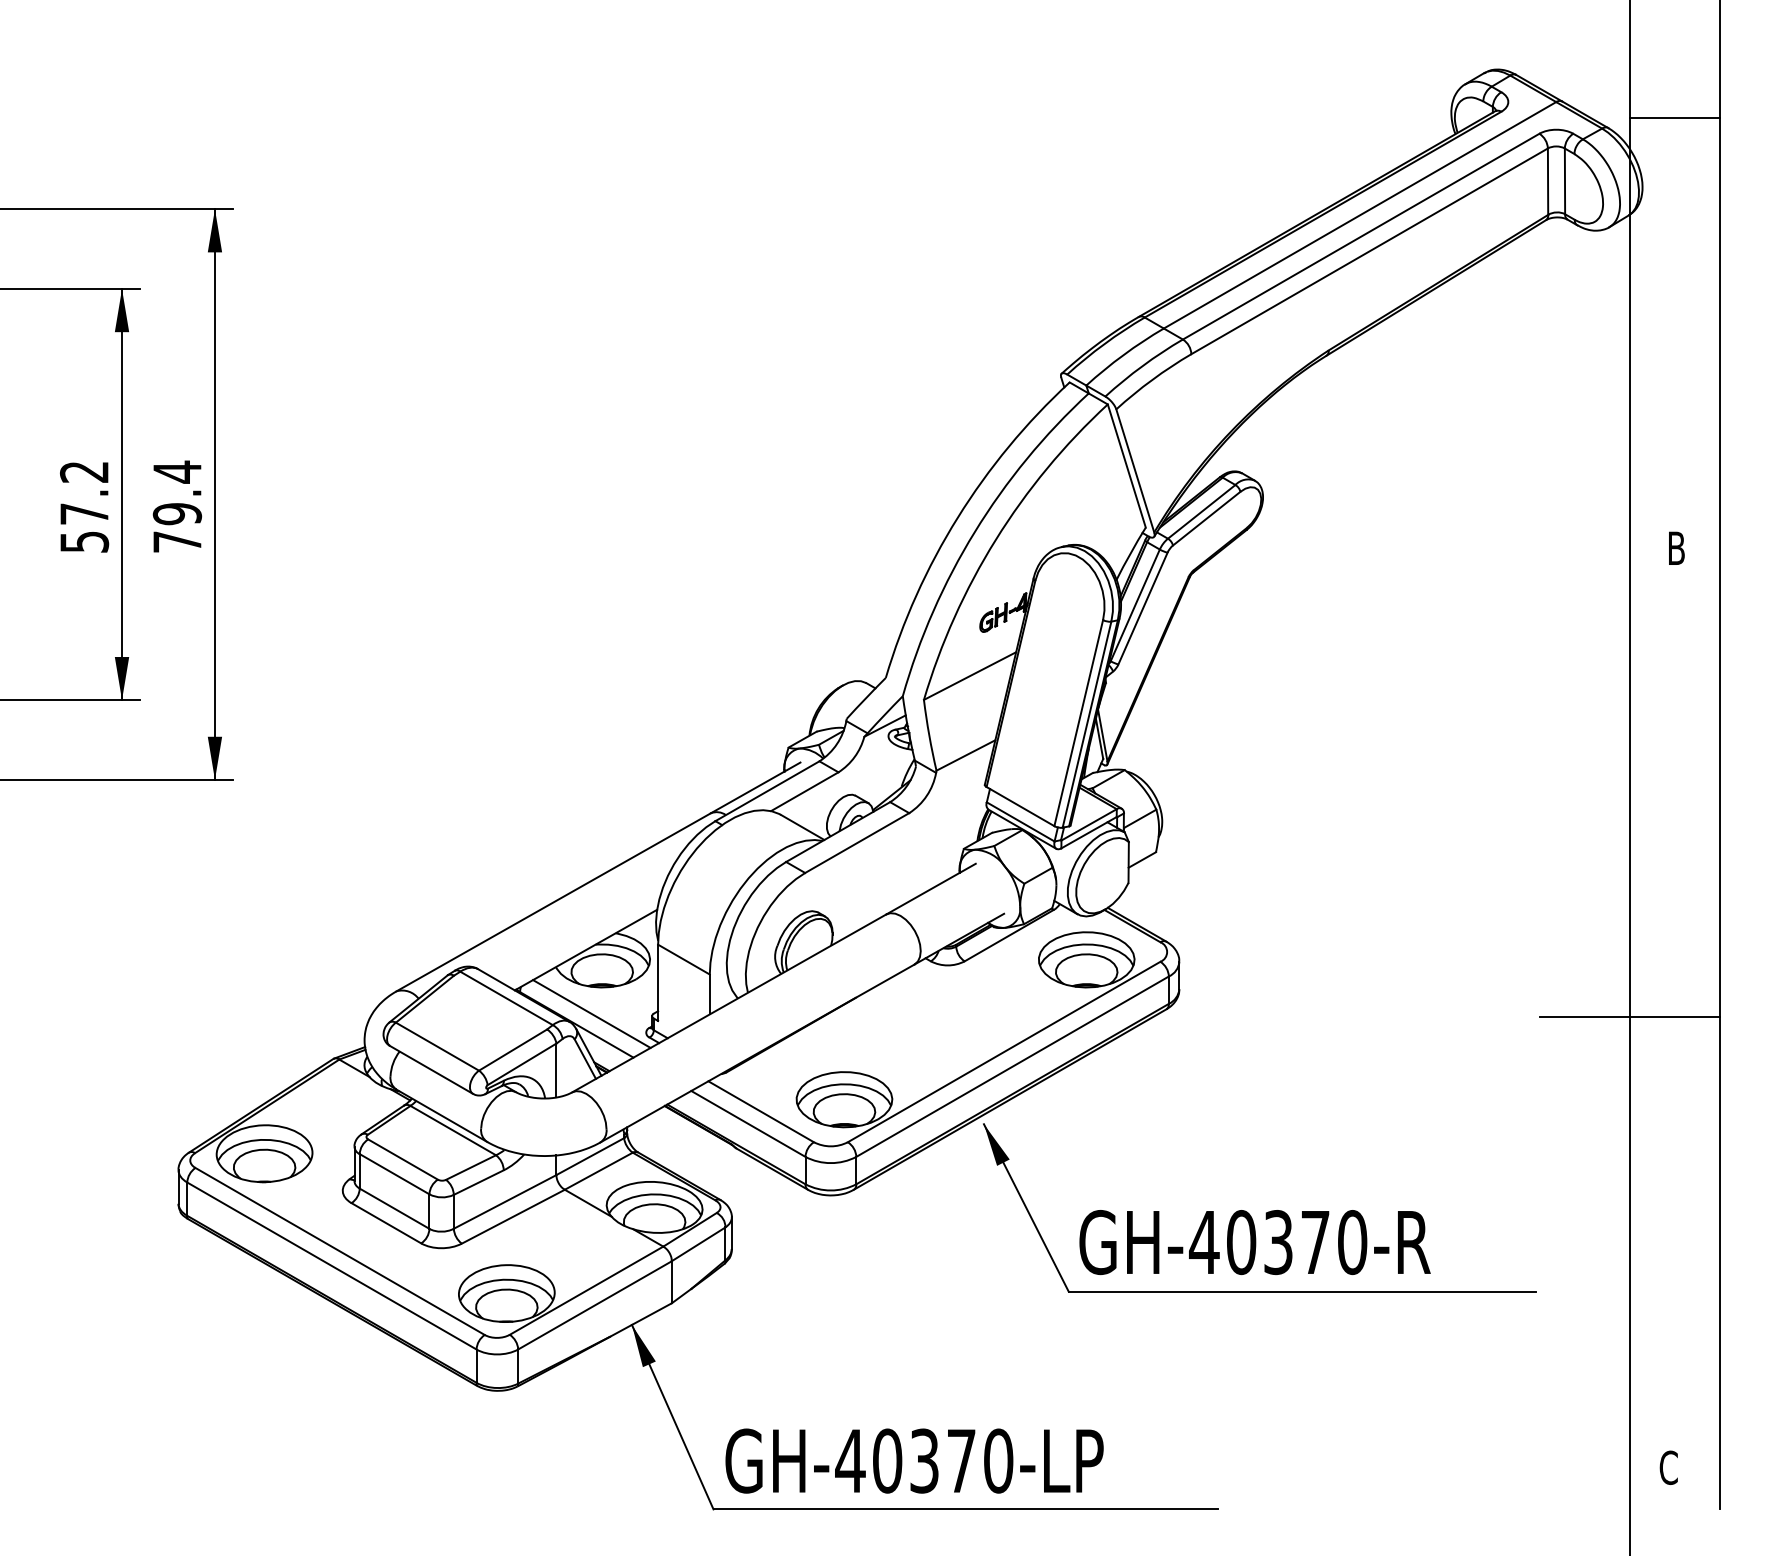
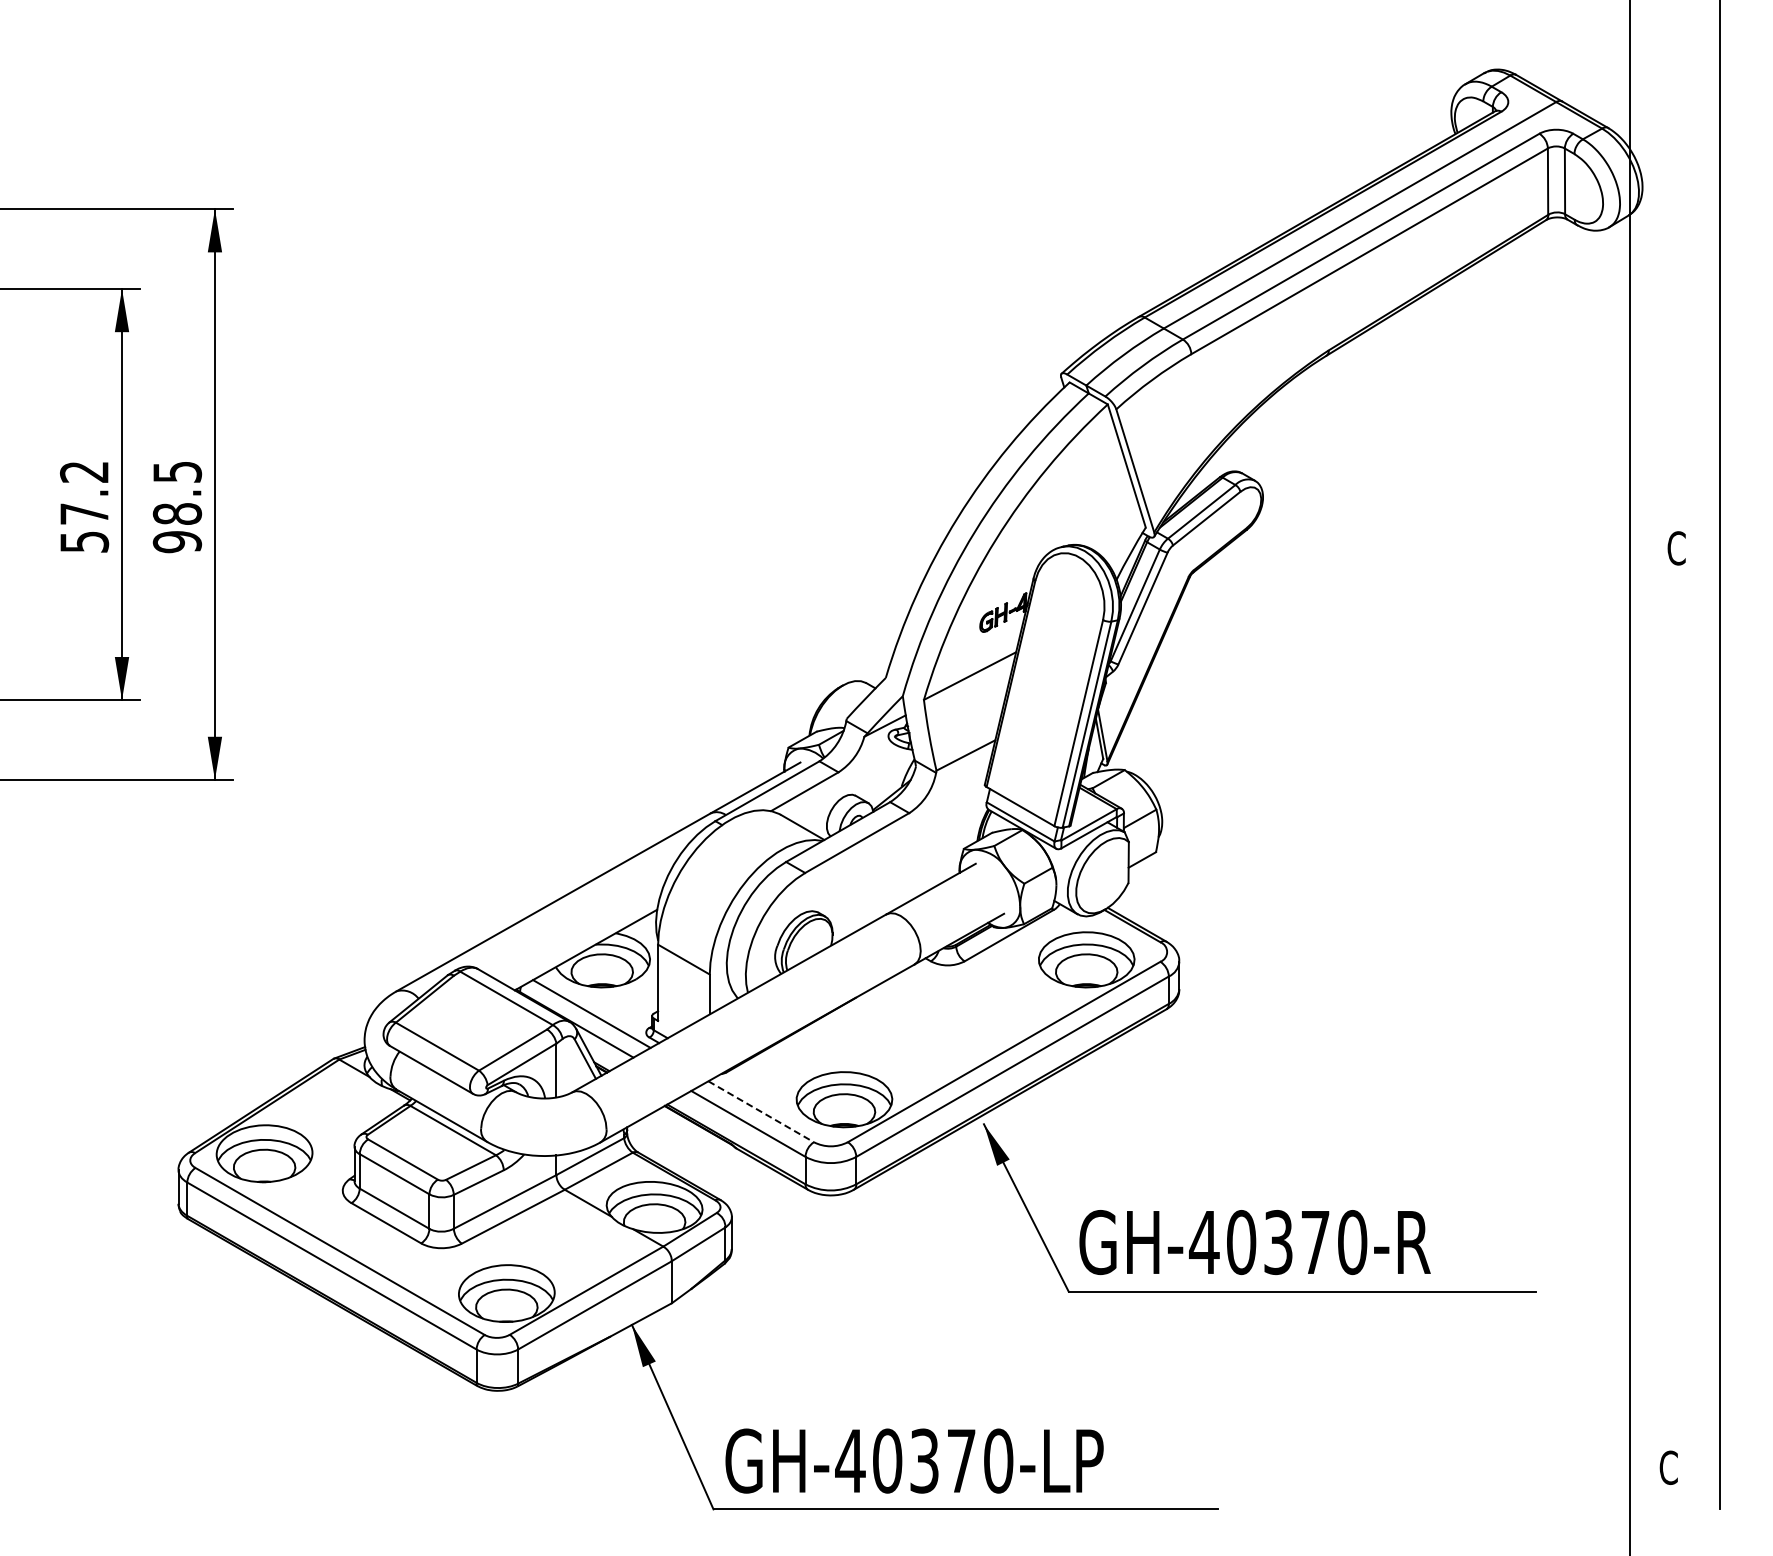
line at (1674, 118): present -> none
text at (177, 506): 79.4 -> 98.5
text at (1676, 548): B -> C
line at (1629, 1016): present -> none
line at (761, 1111): solid -> dashed
